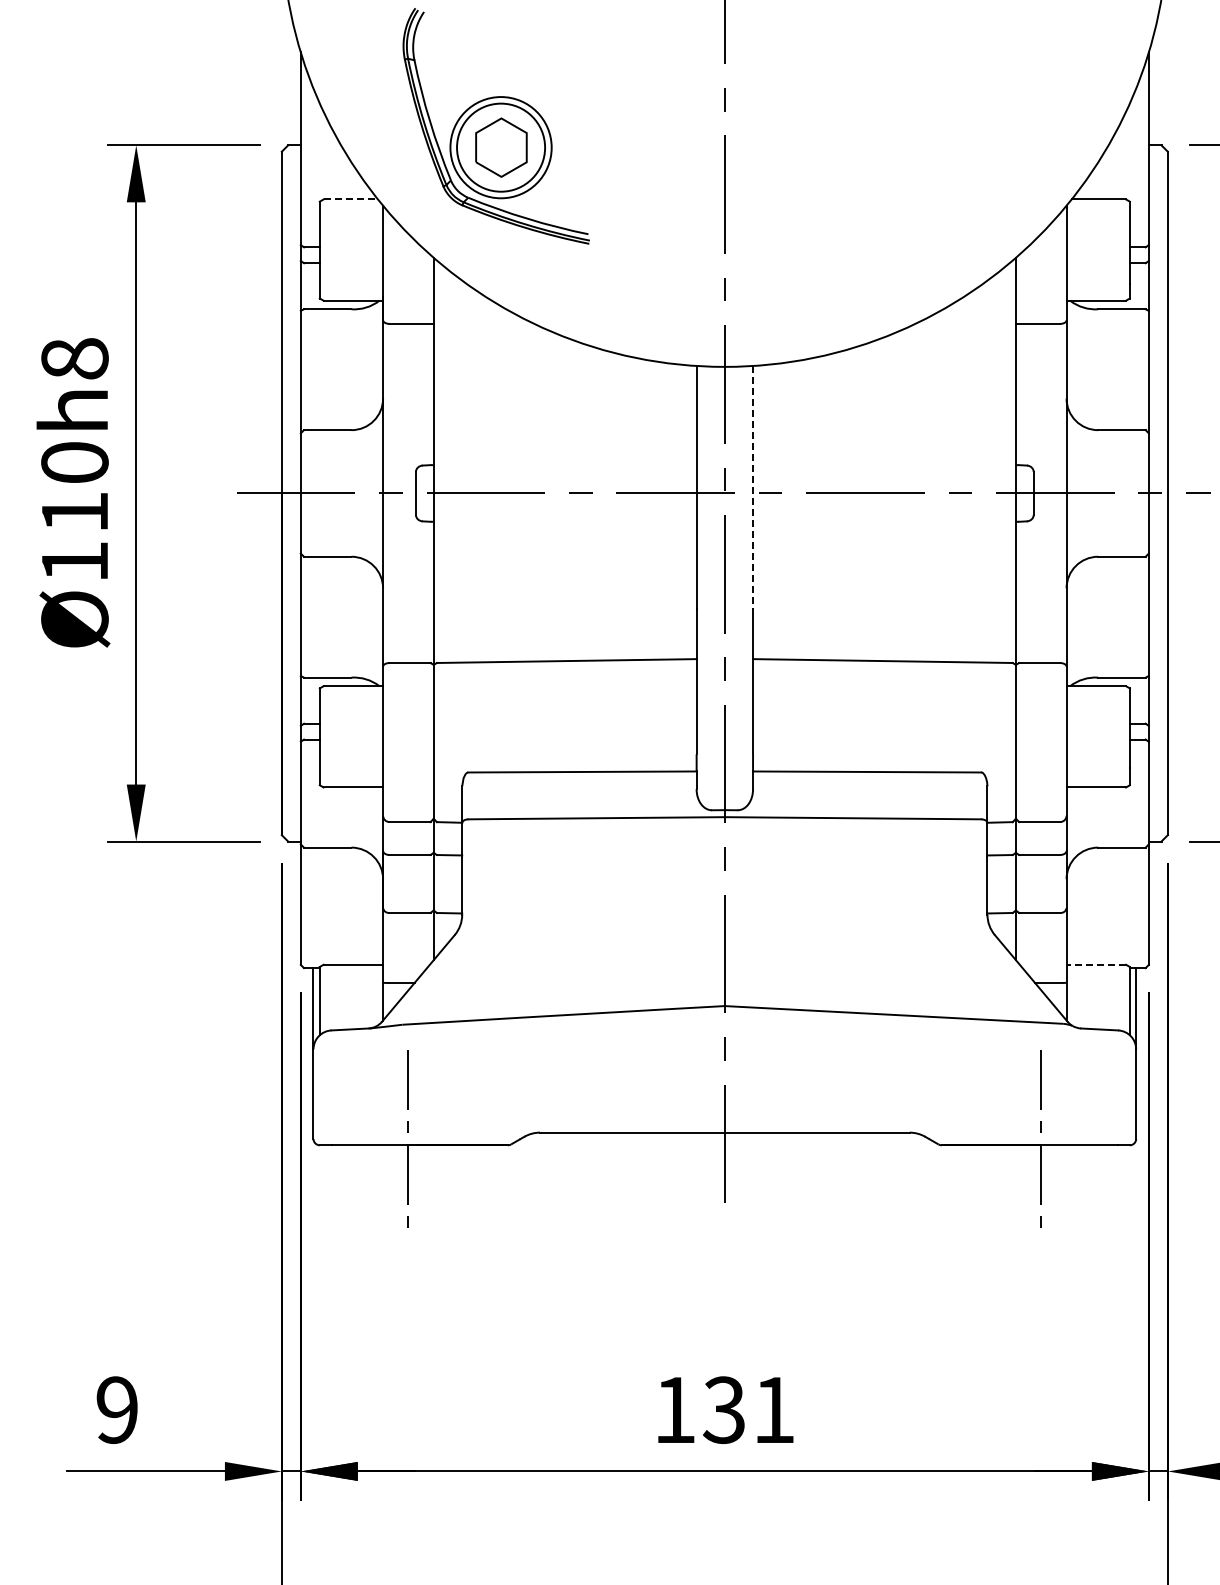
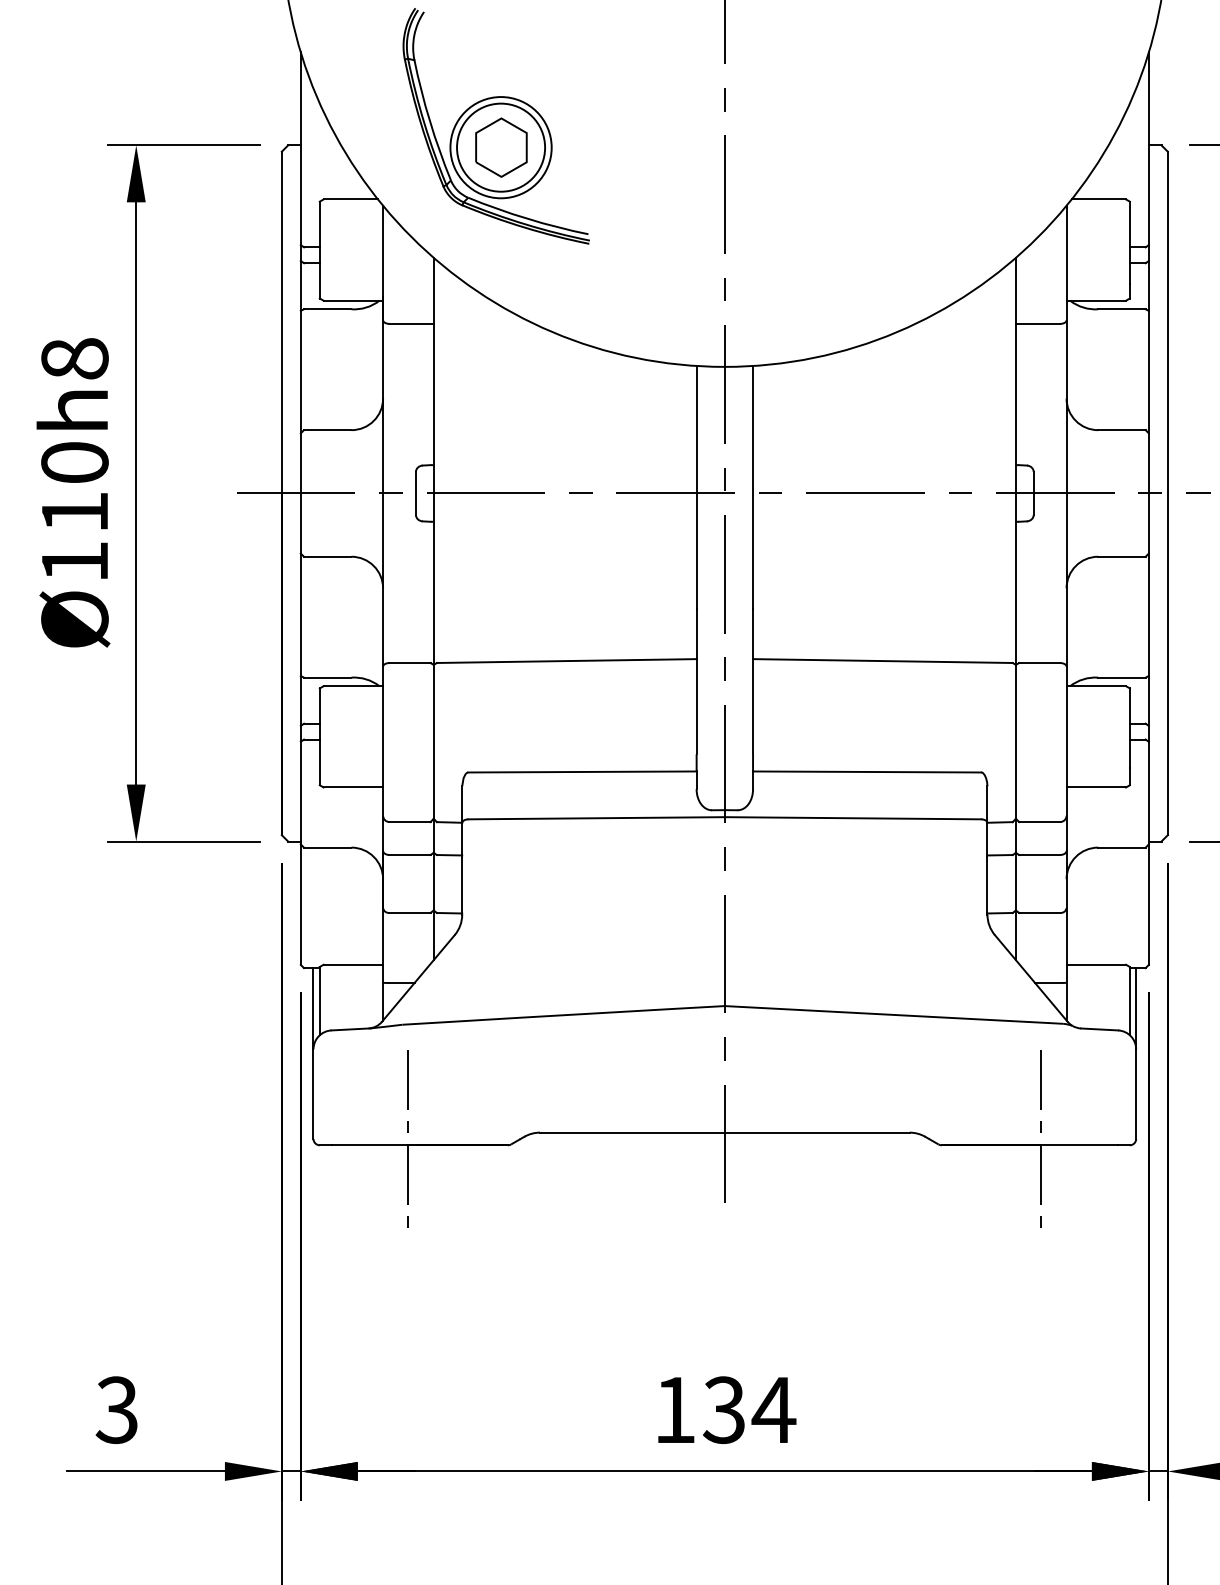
line at (351, 199): dashed -> solid
line at (753, 487): dashed -> solid
line at (1096, 964): dashed -> solid
text at (773, 1409): 131 -> 134
text at (116, 1410): 9 -> 3
